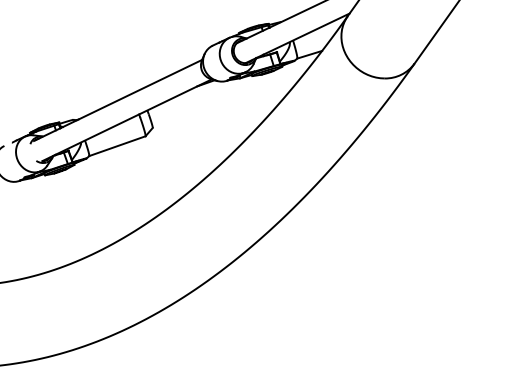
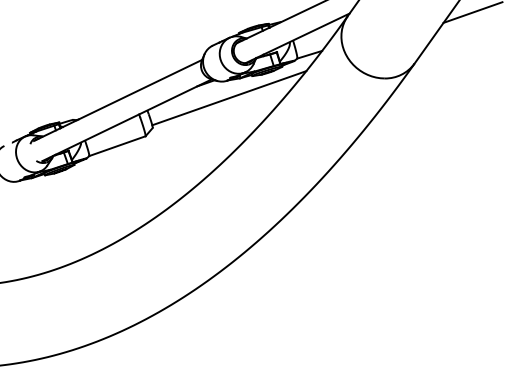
line at (472, 12): none -> present
line at (229, 98): none -> present
